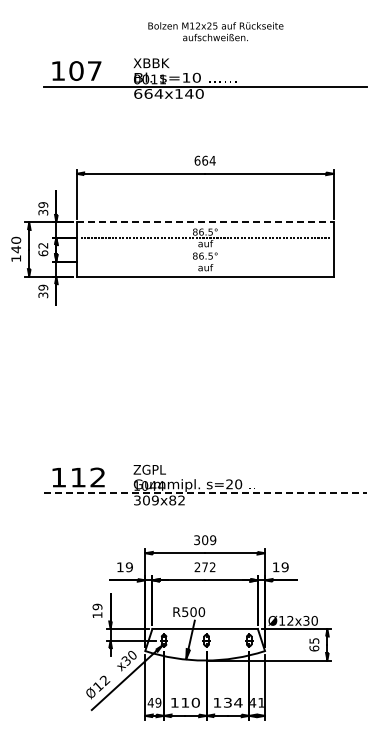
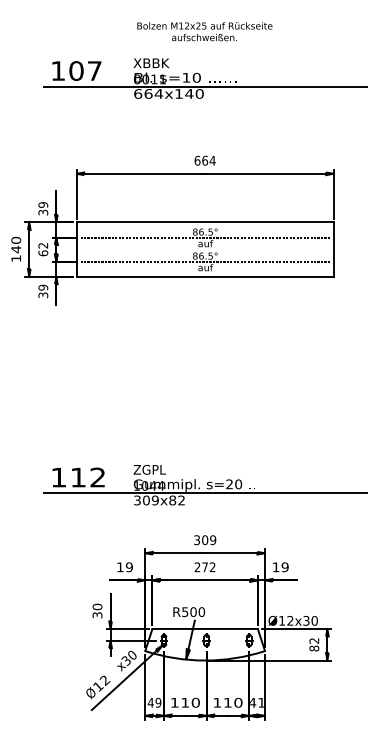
text at (215, 31) position: (215, 31) -> (204, 31)
line at (205, 222): dashed -> solid
line at (205, 261): none -> present
line at (205, 493): dashed -> solid
text at (97, 611): 19 -> 30
text at (314, 644): 65 -> 82
text at (233, 702): 134 -> 110
